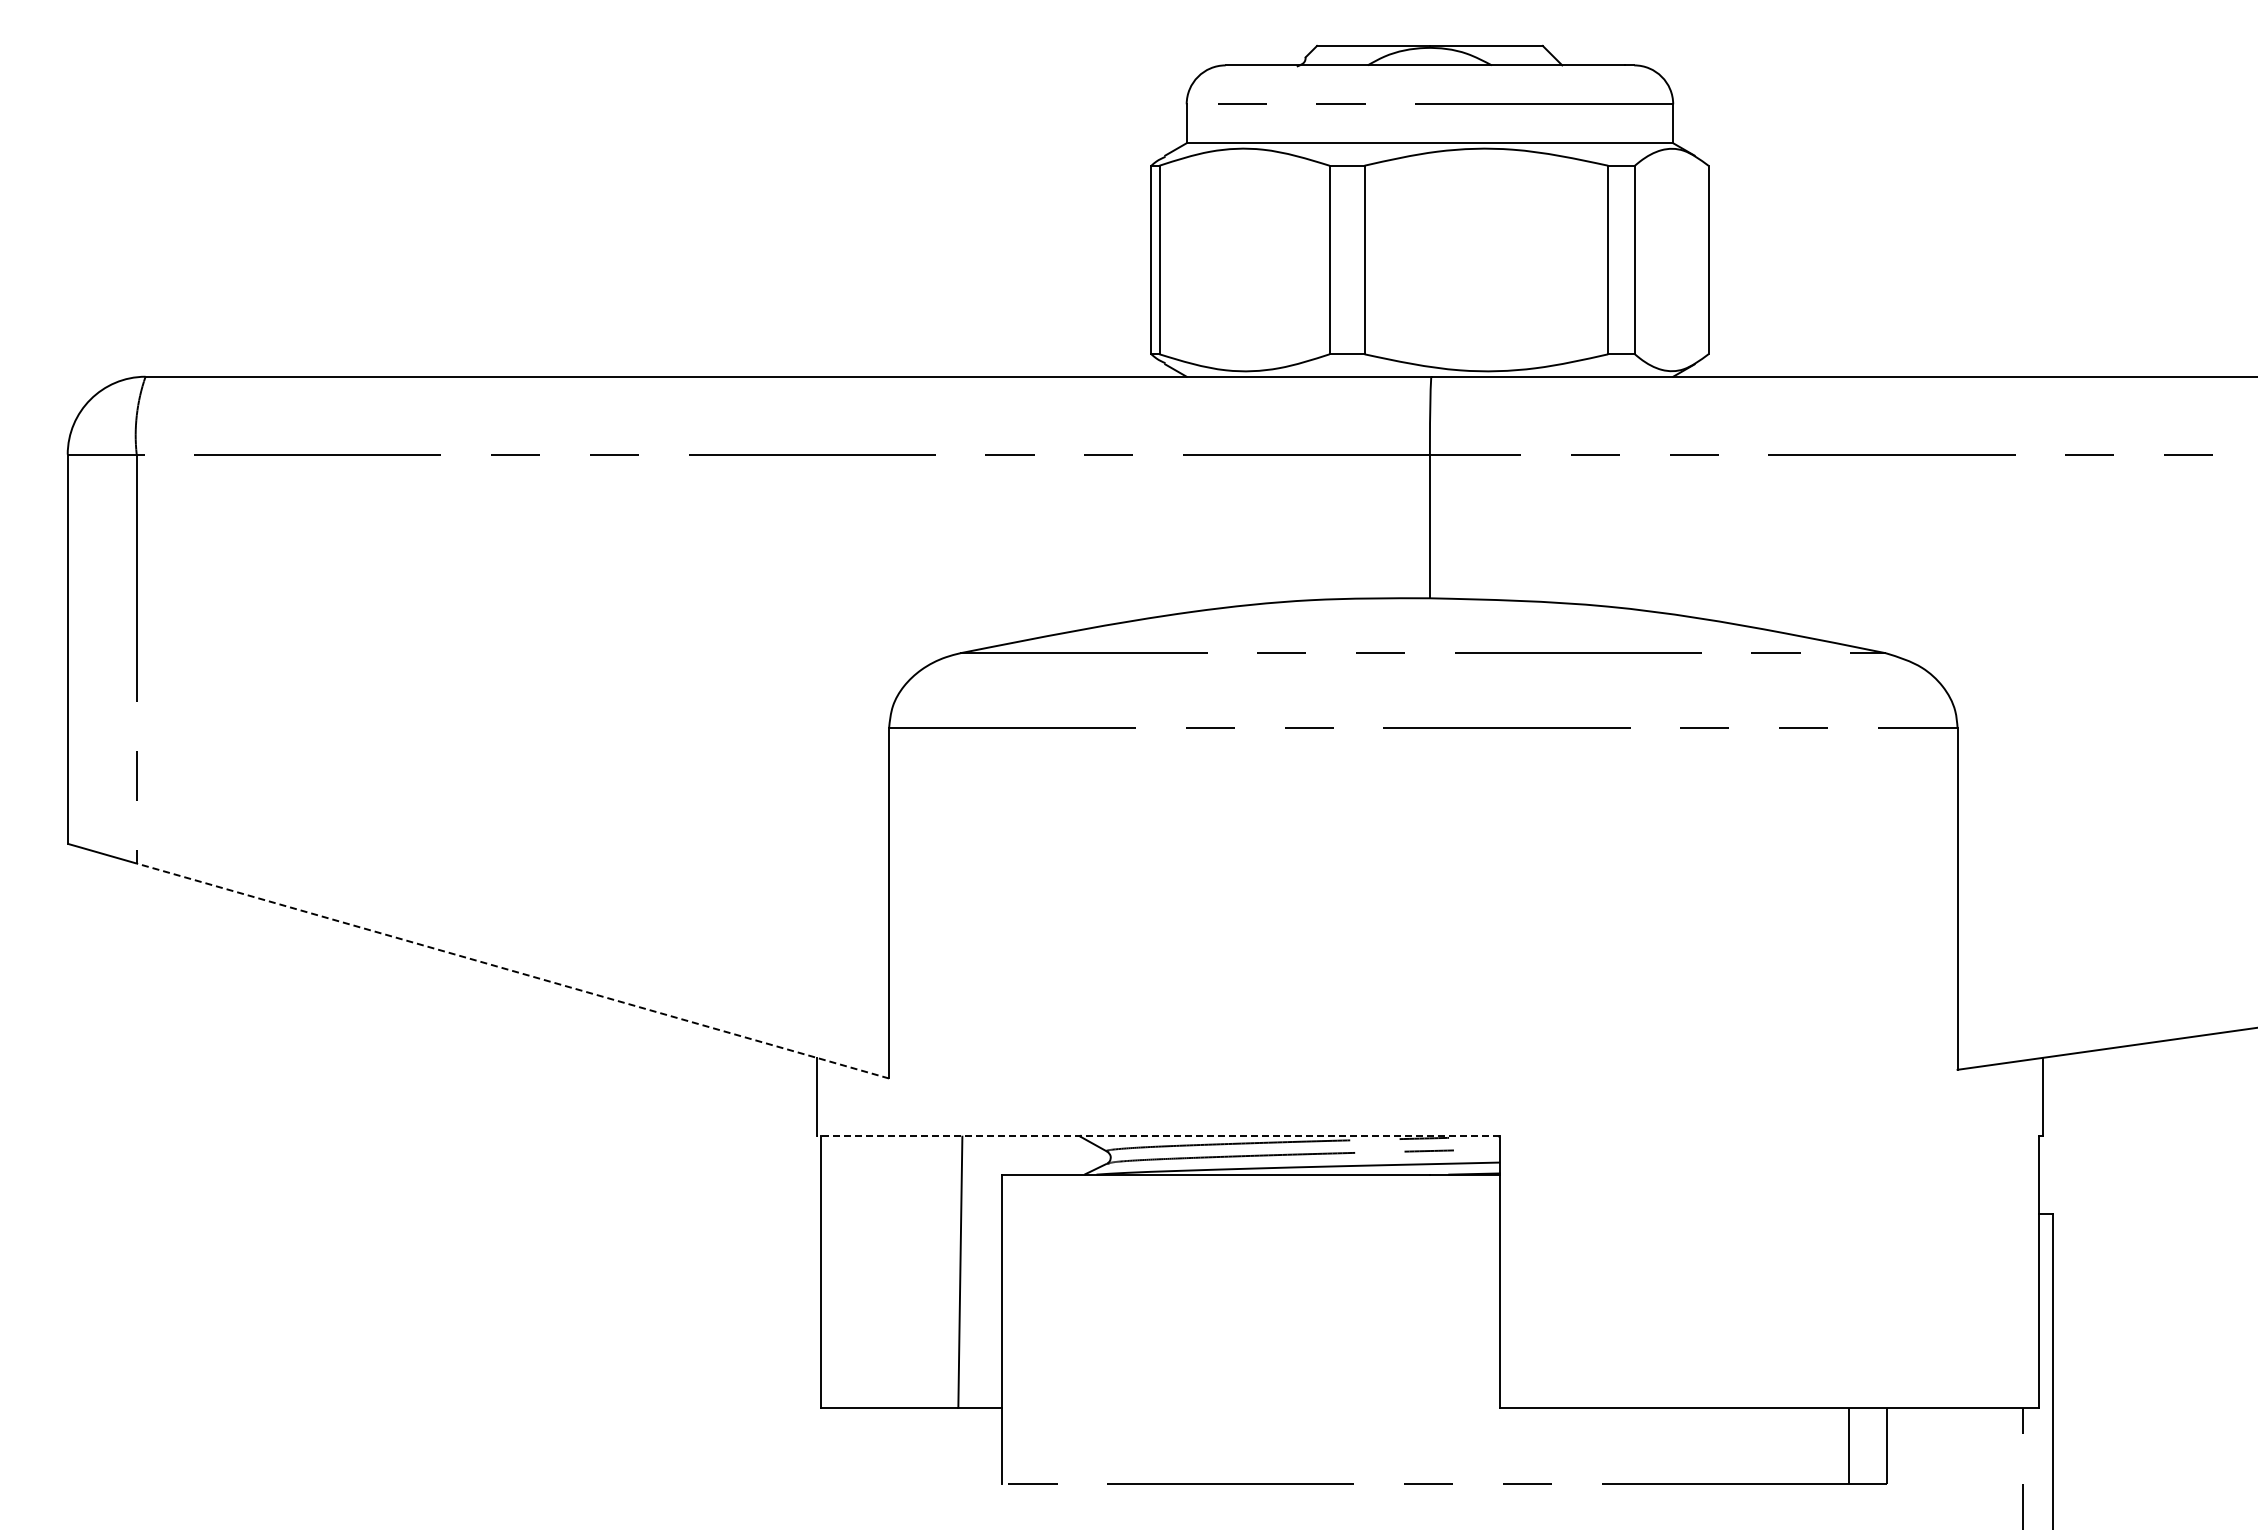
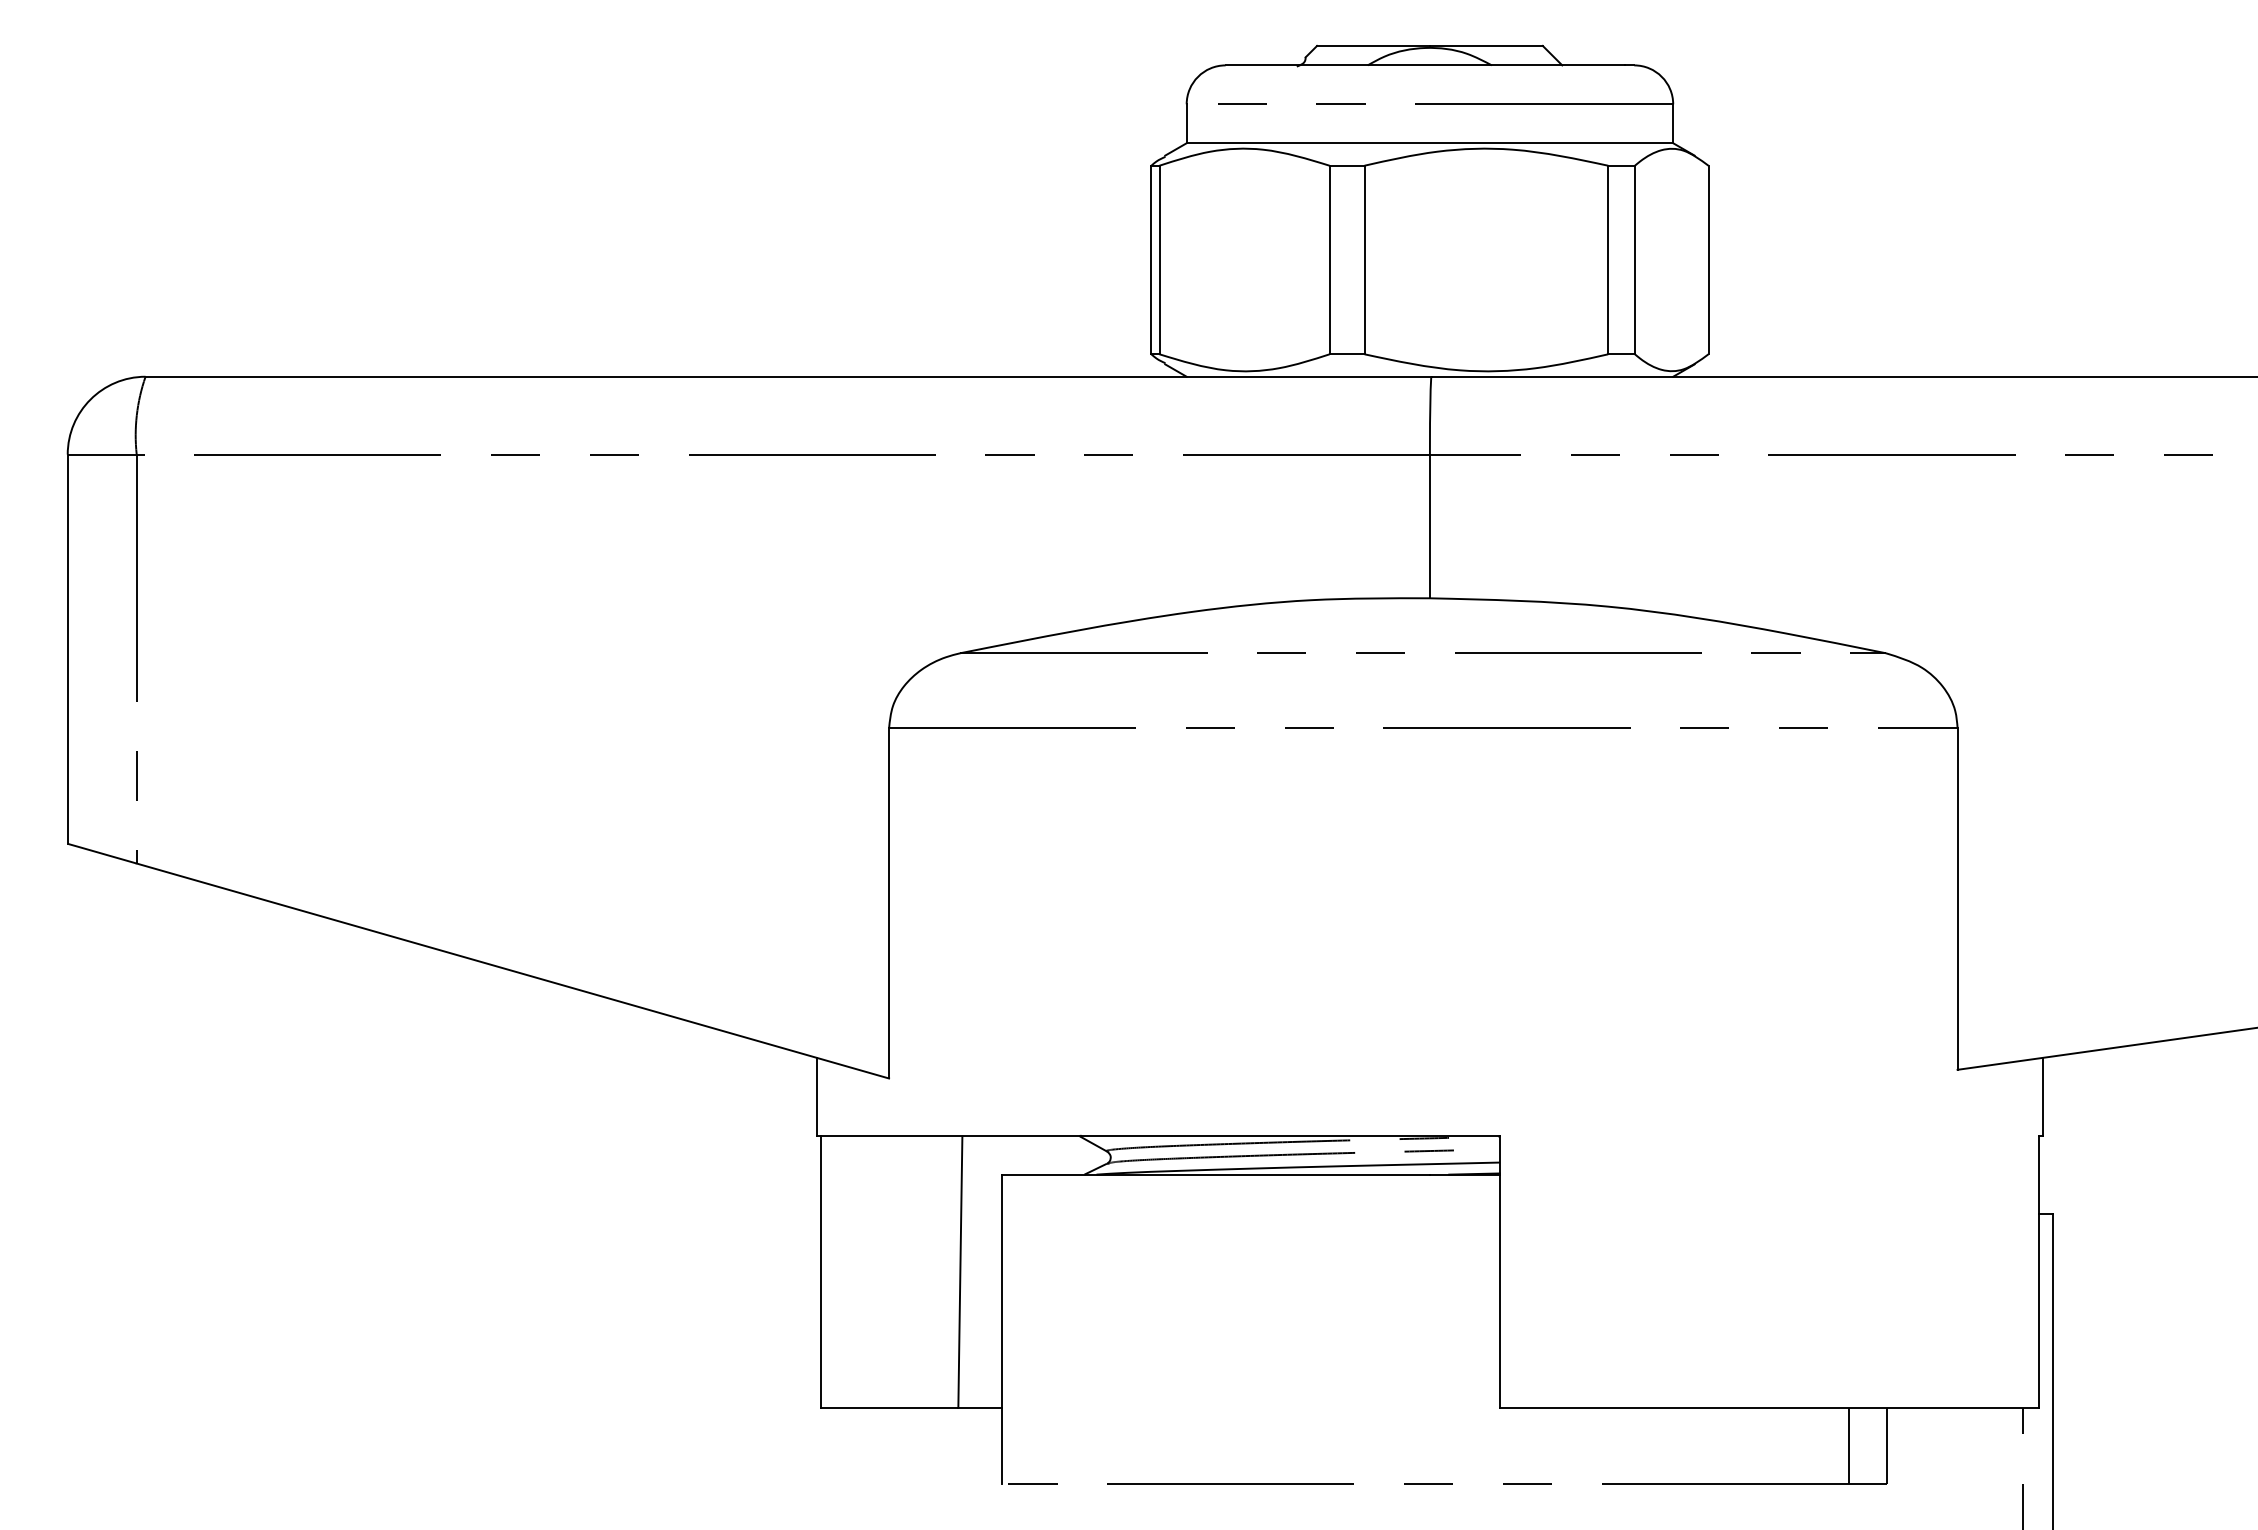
line at (512, 970): dashed -> solid
line at (1158, 1135): dashed -> solid
